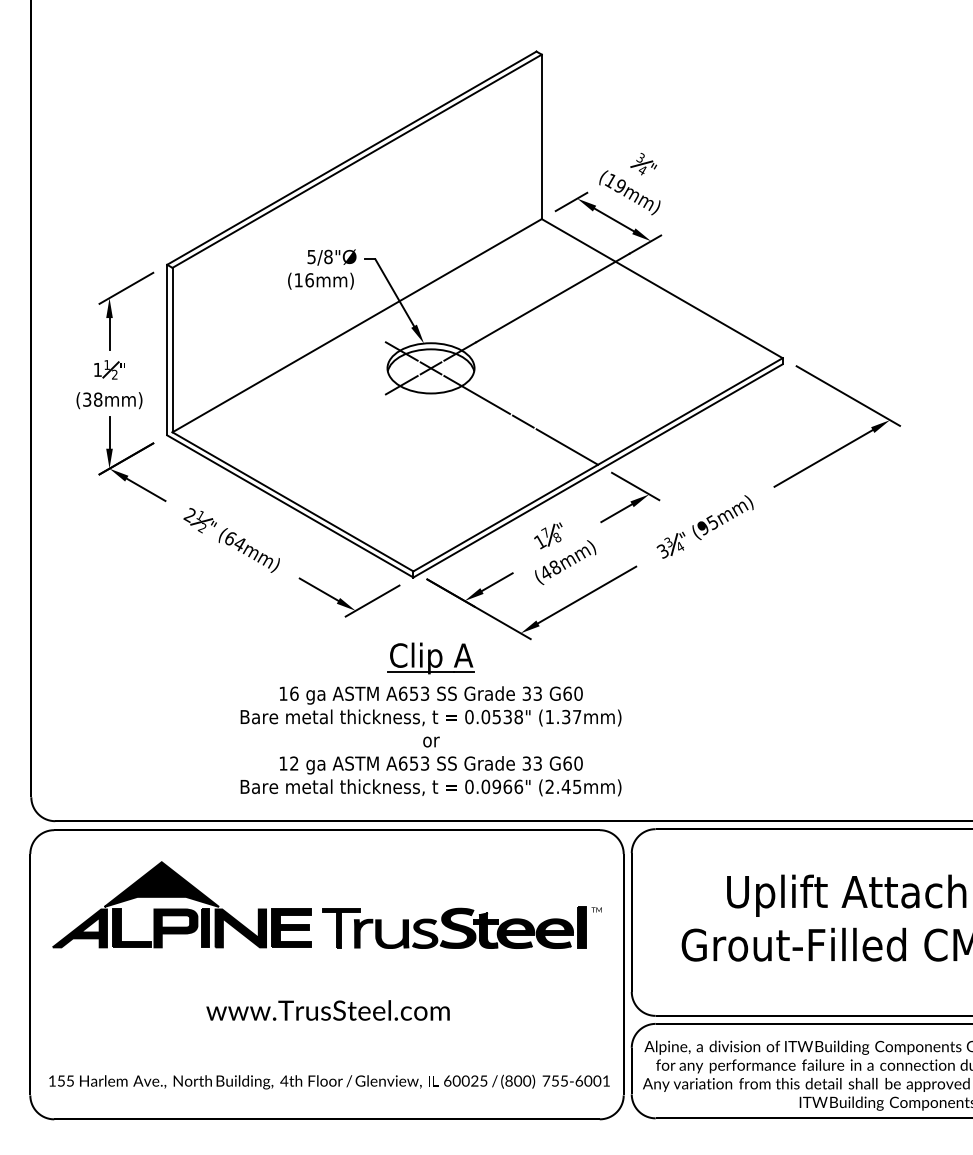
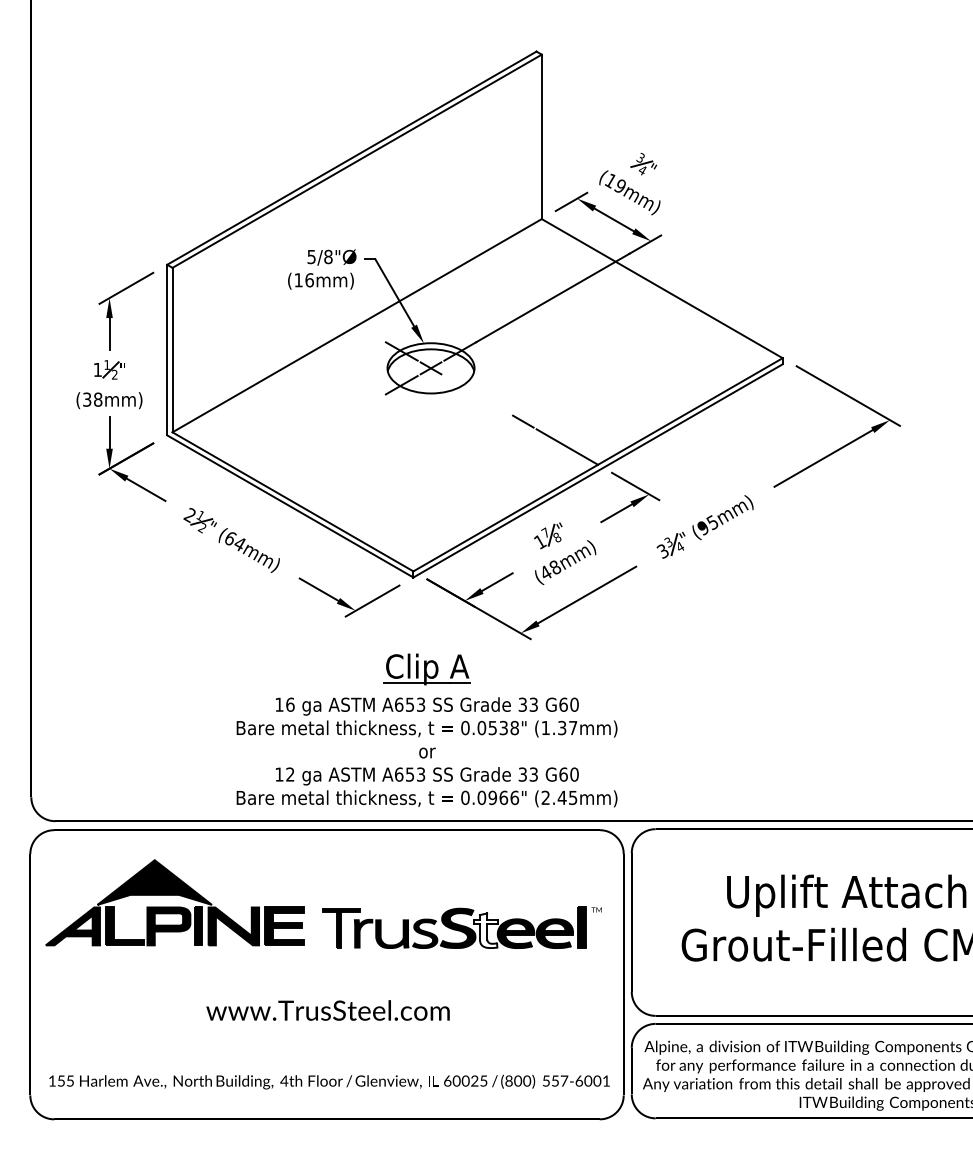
line at (476, 394): present -> none
part at (430, 719) position: (430, 719) -> (426, 730)
part at (181, 904) position: (181, 904) -> (174, 902)
fill at (485, 930): present -> none
text at (555, 1080): 755-6001 -> 557-6001
